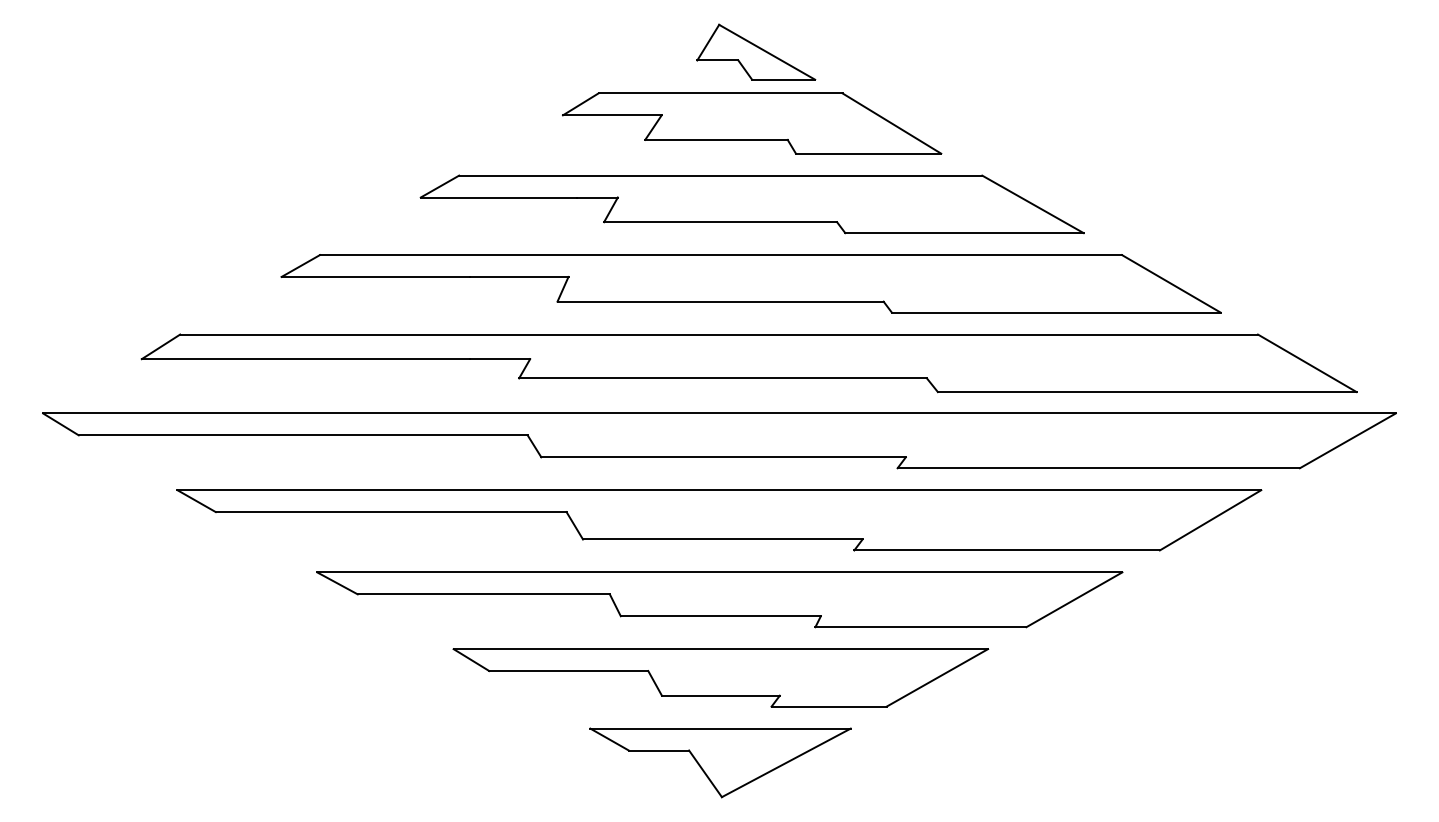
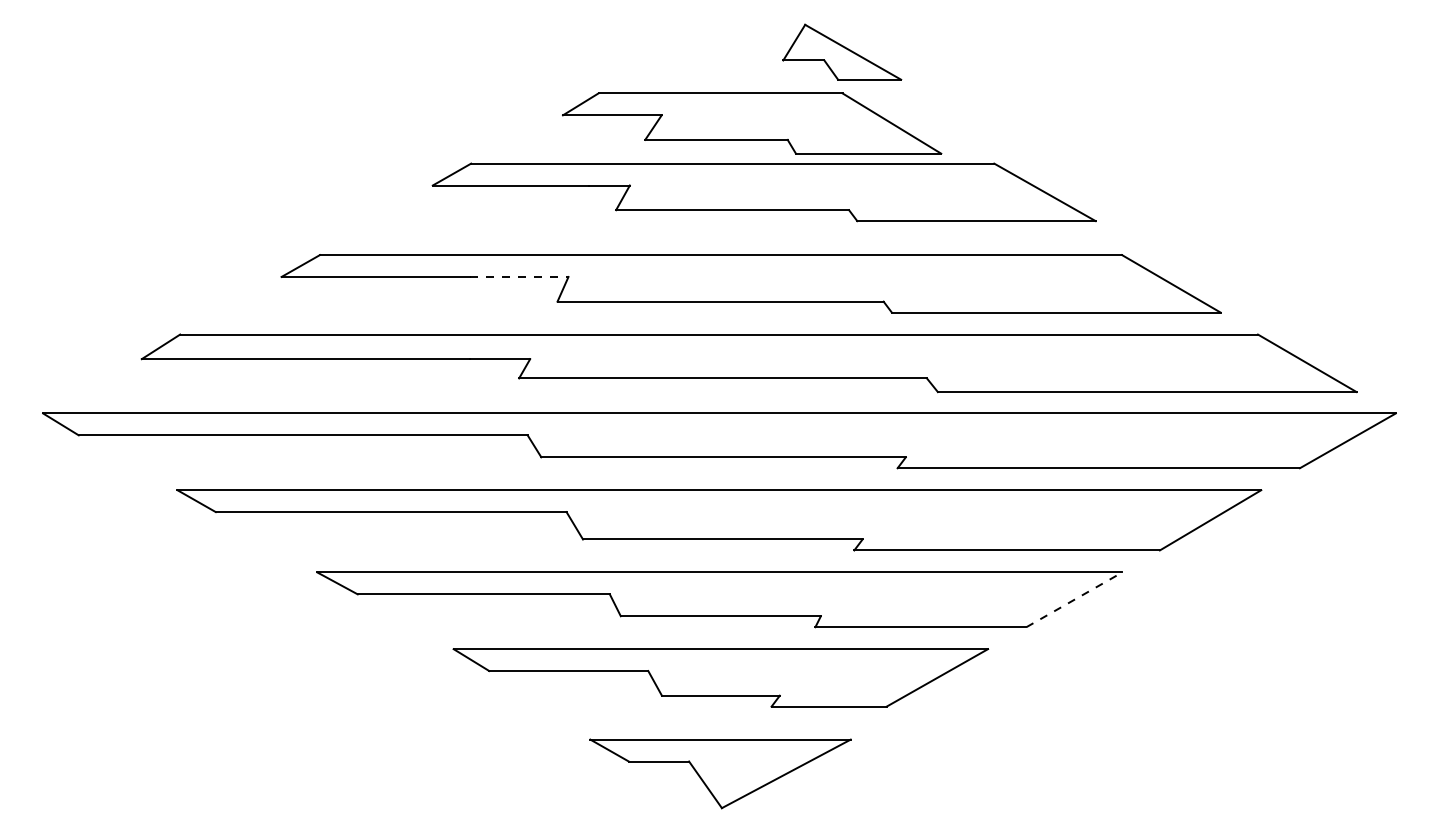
part at (756, 51) position: (756, 51) -> (842, 51)
part at (751, 204) position: (751, 204) -> (763, 192)
line at (519, 276): solid -> dashed
line at (1074, 599): solid -> dashed
part at (720, 762) position: (720, 762) -> (720, 773)
